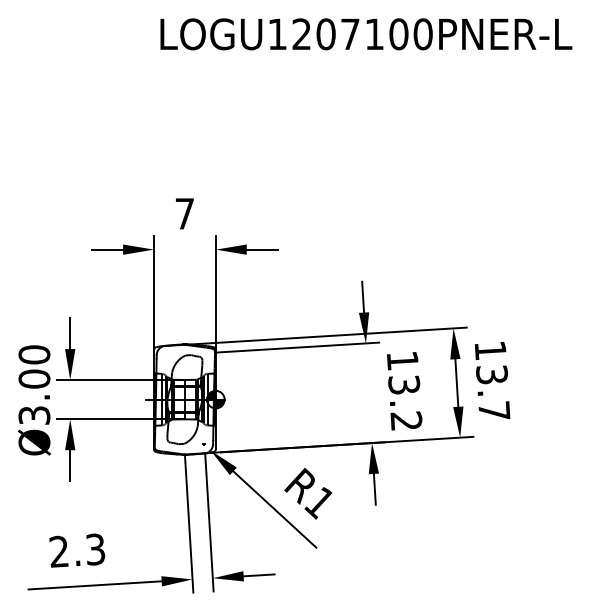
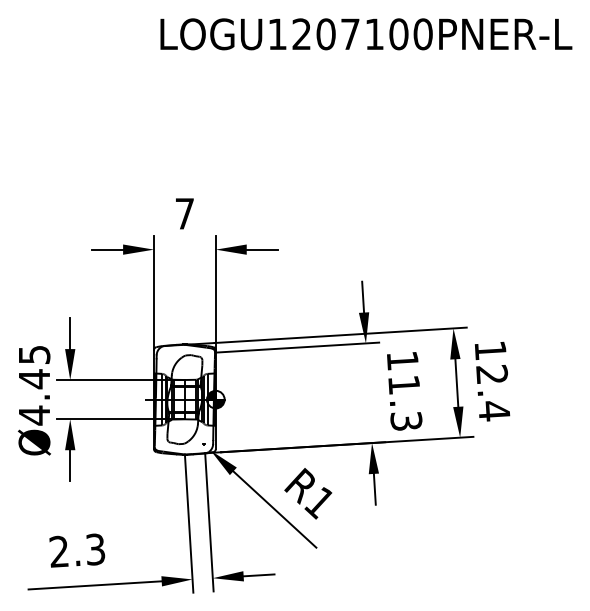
text at (34, 385): Ø3.00 -> Ø4.45
text at (493, 392): 13.7 -> 12.4
text at (405, 402): 13.2 -> 11.3
